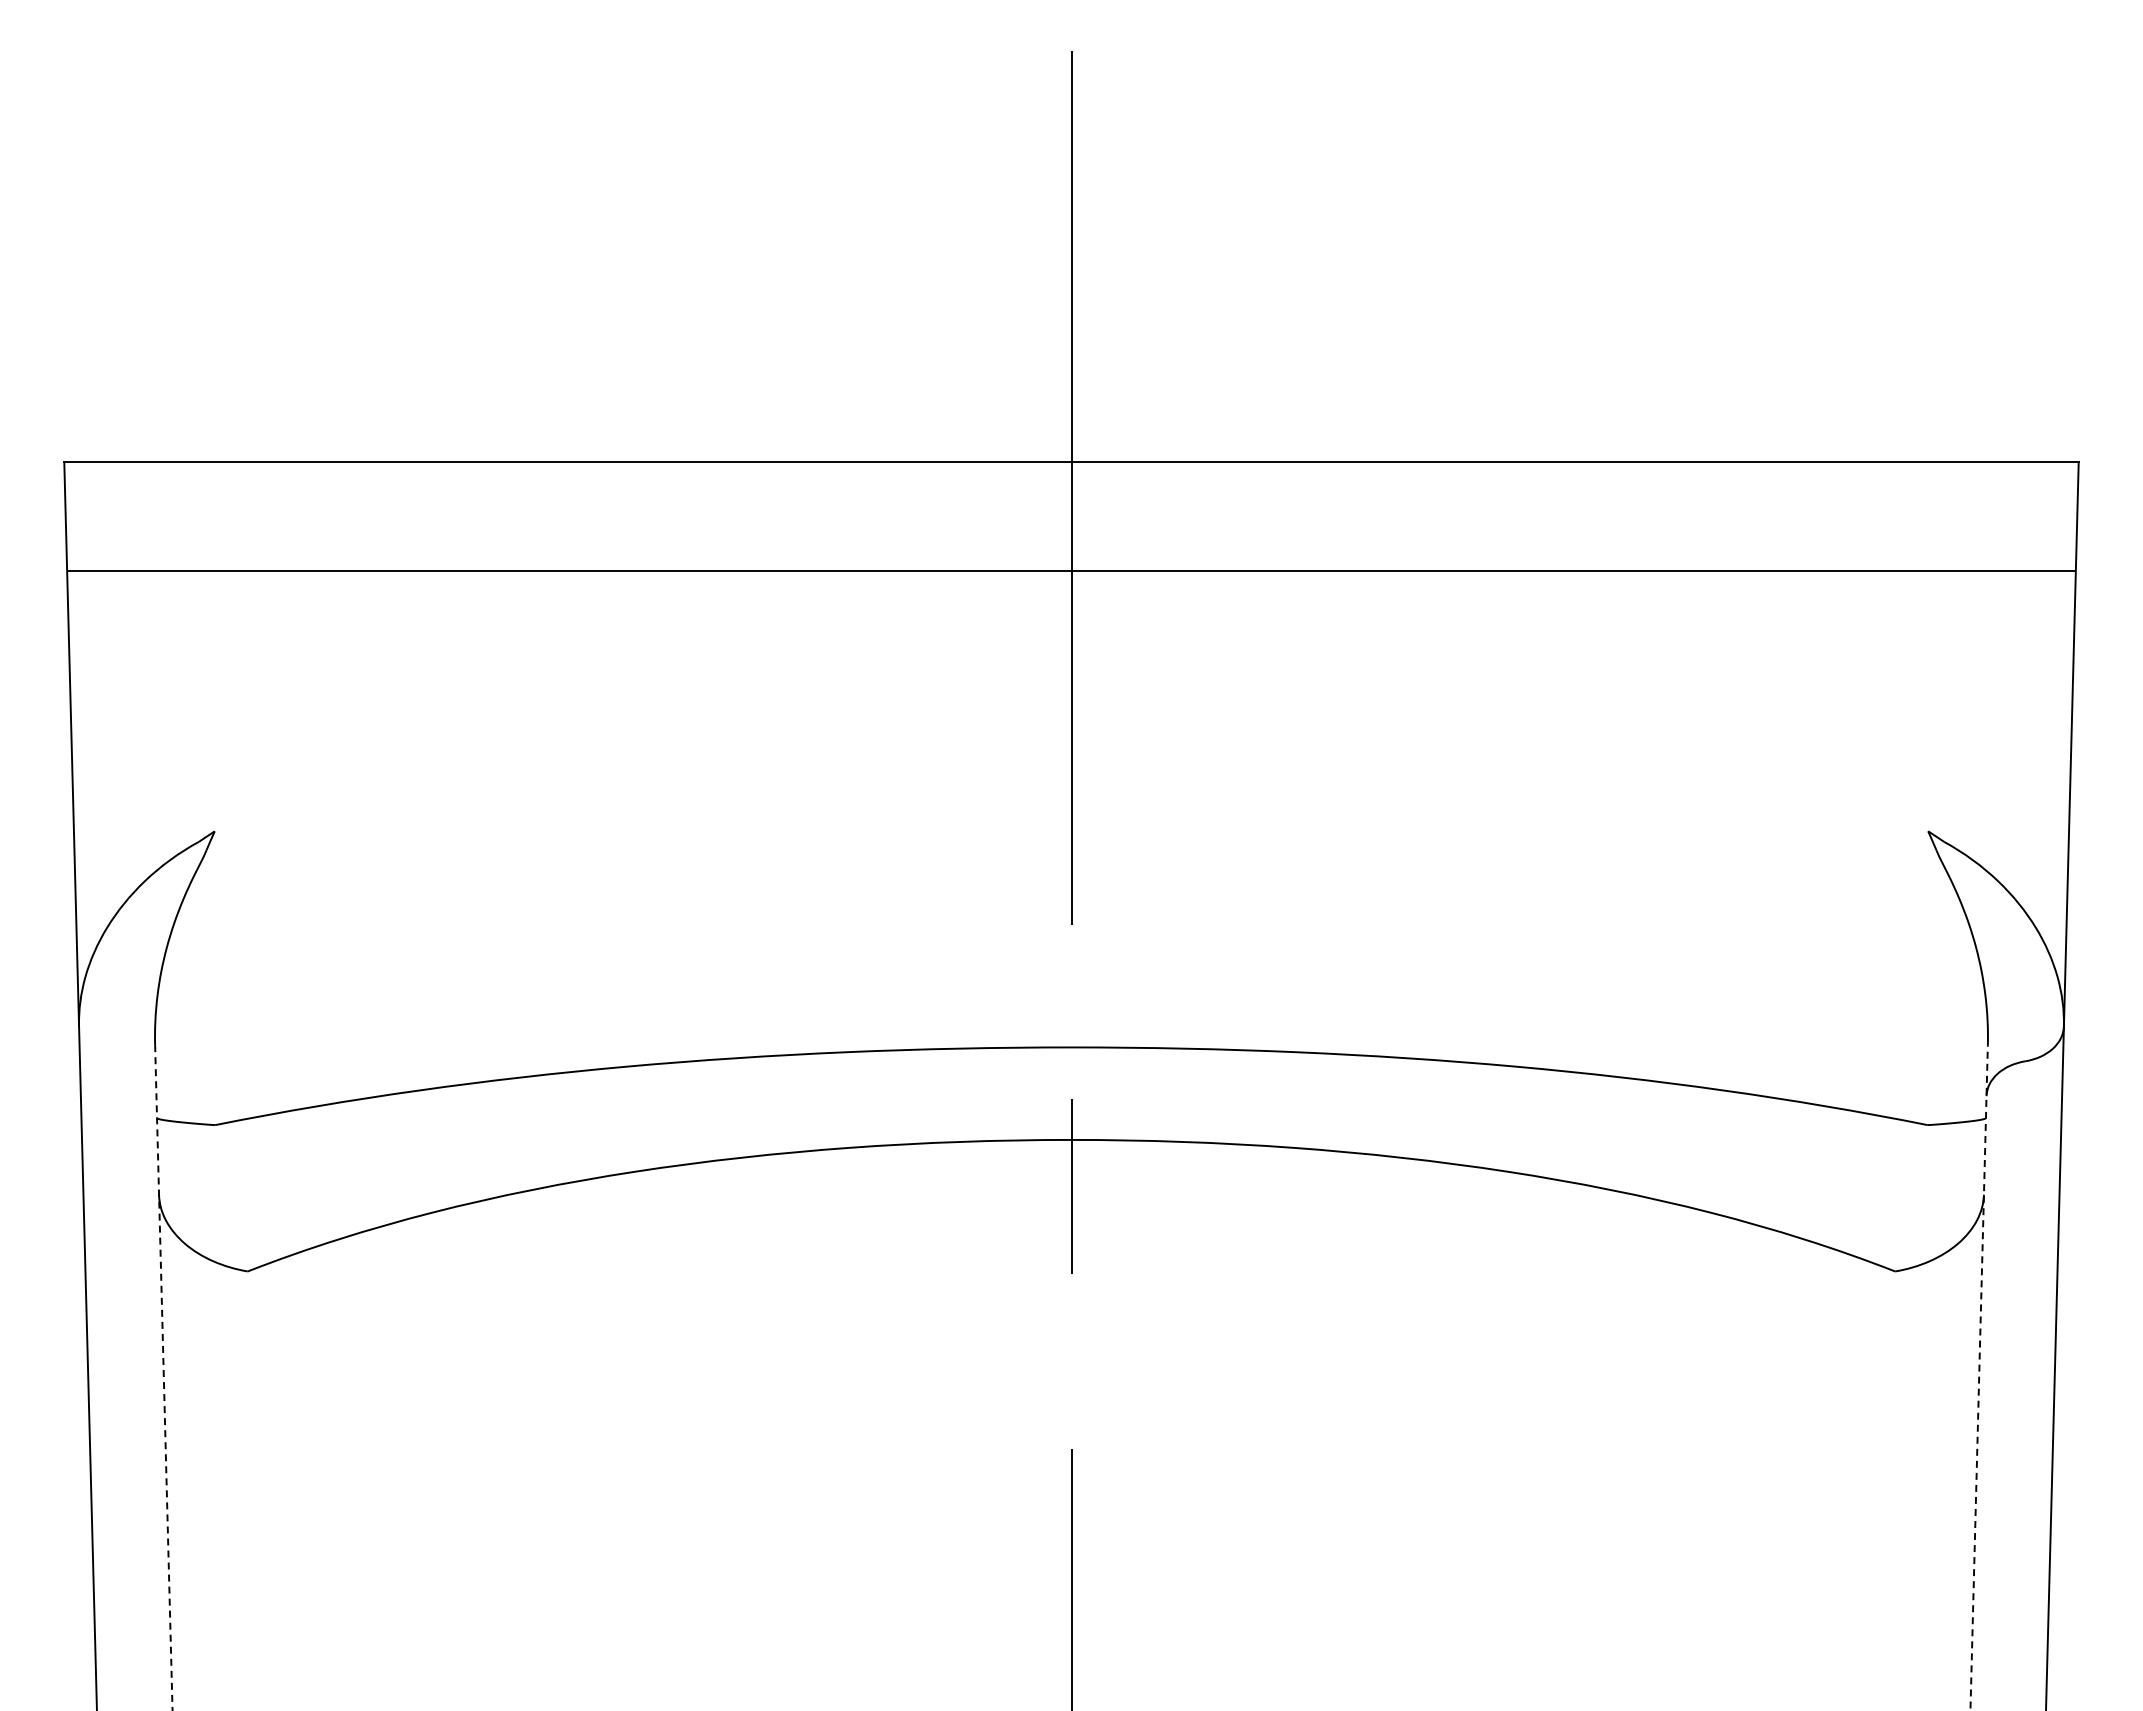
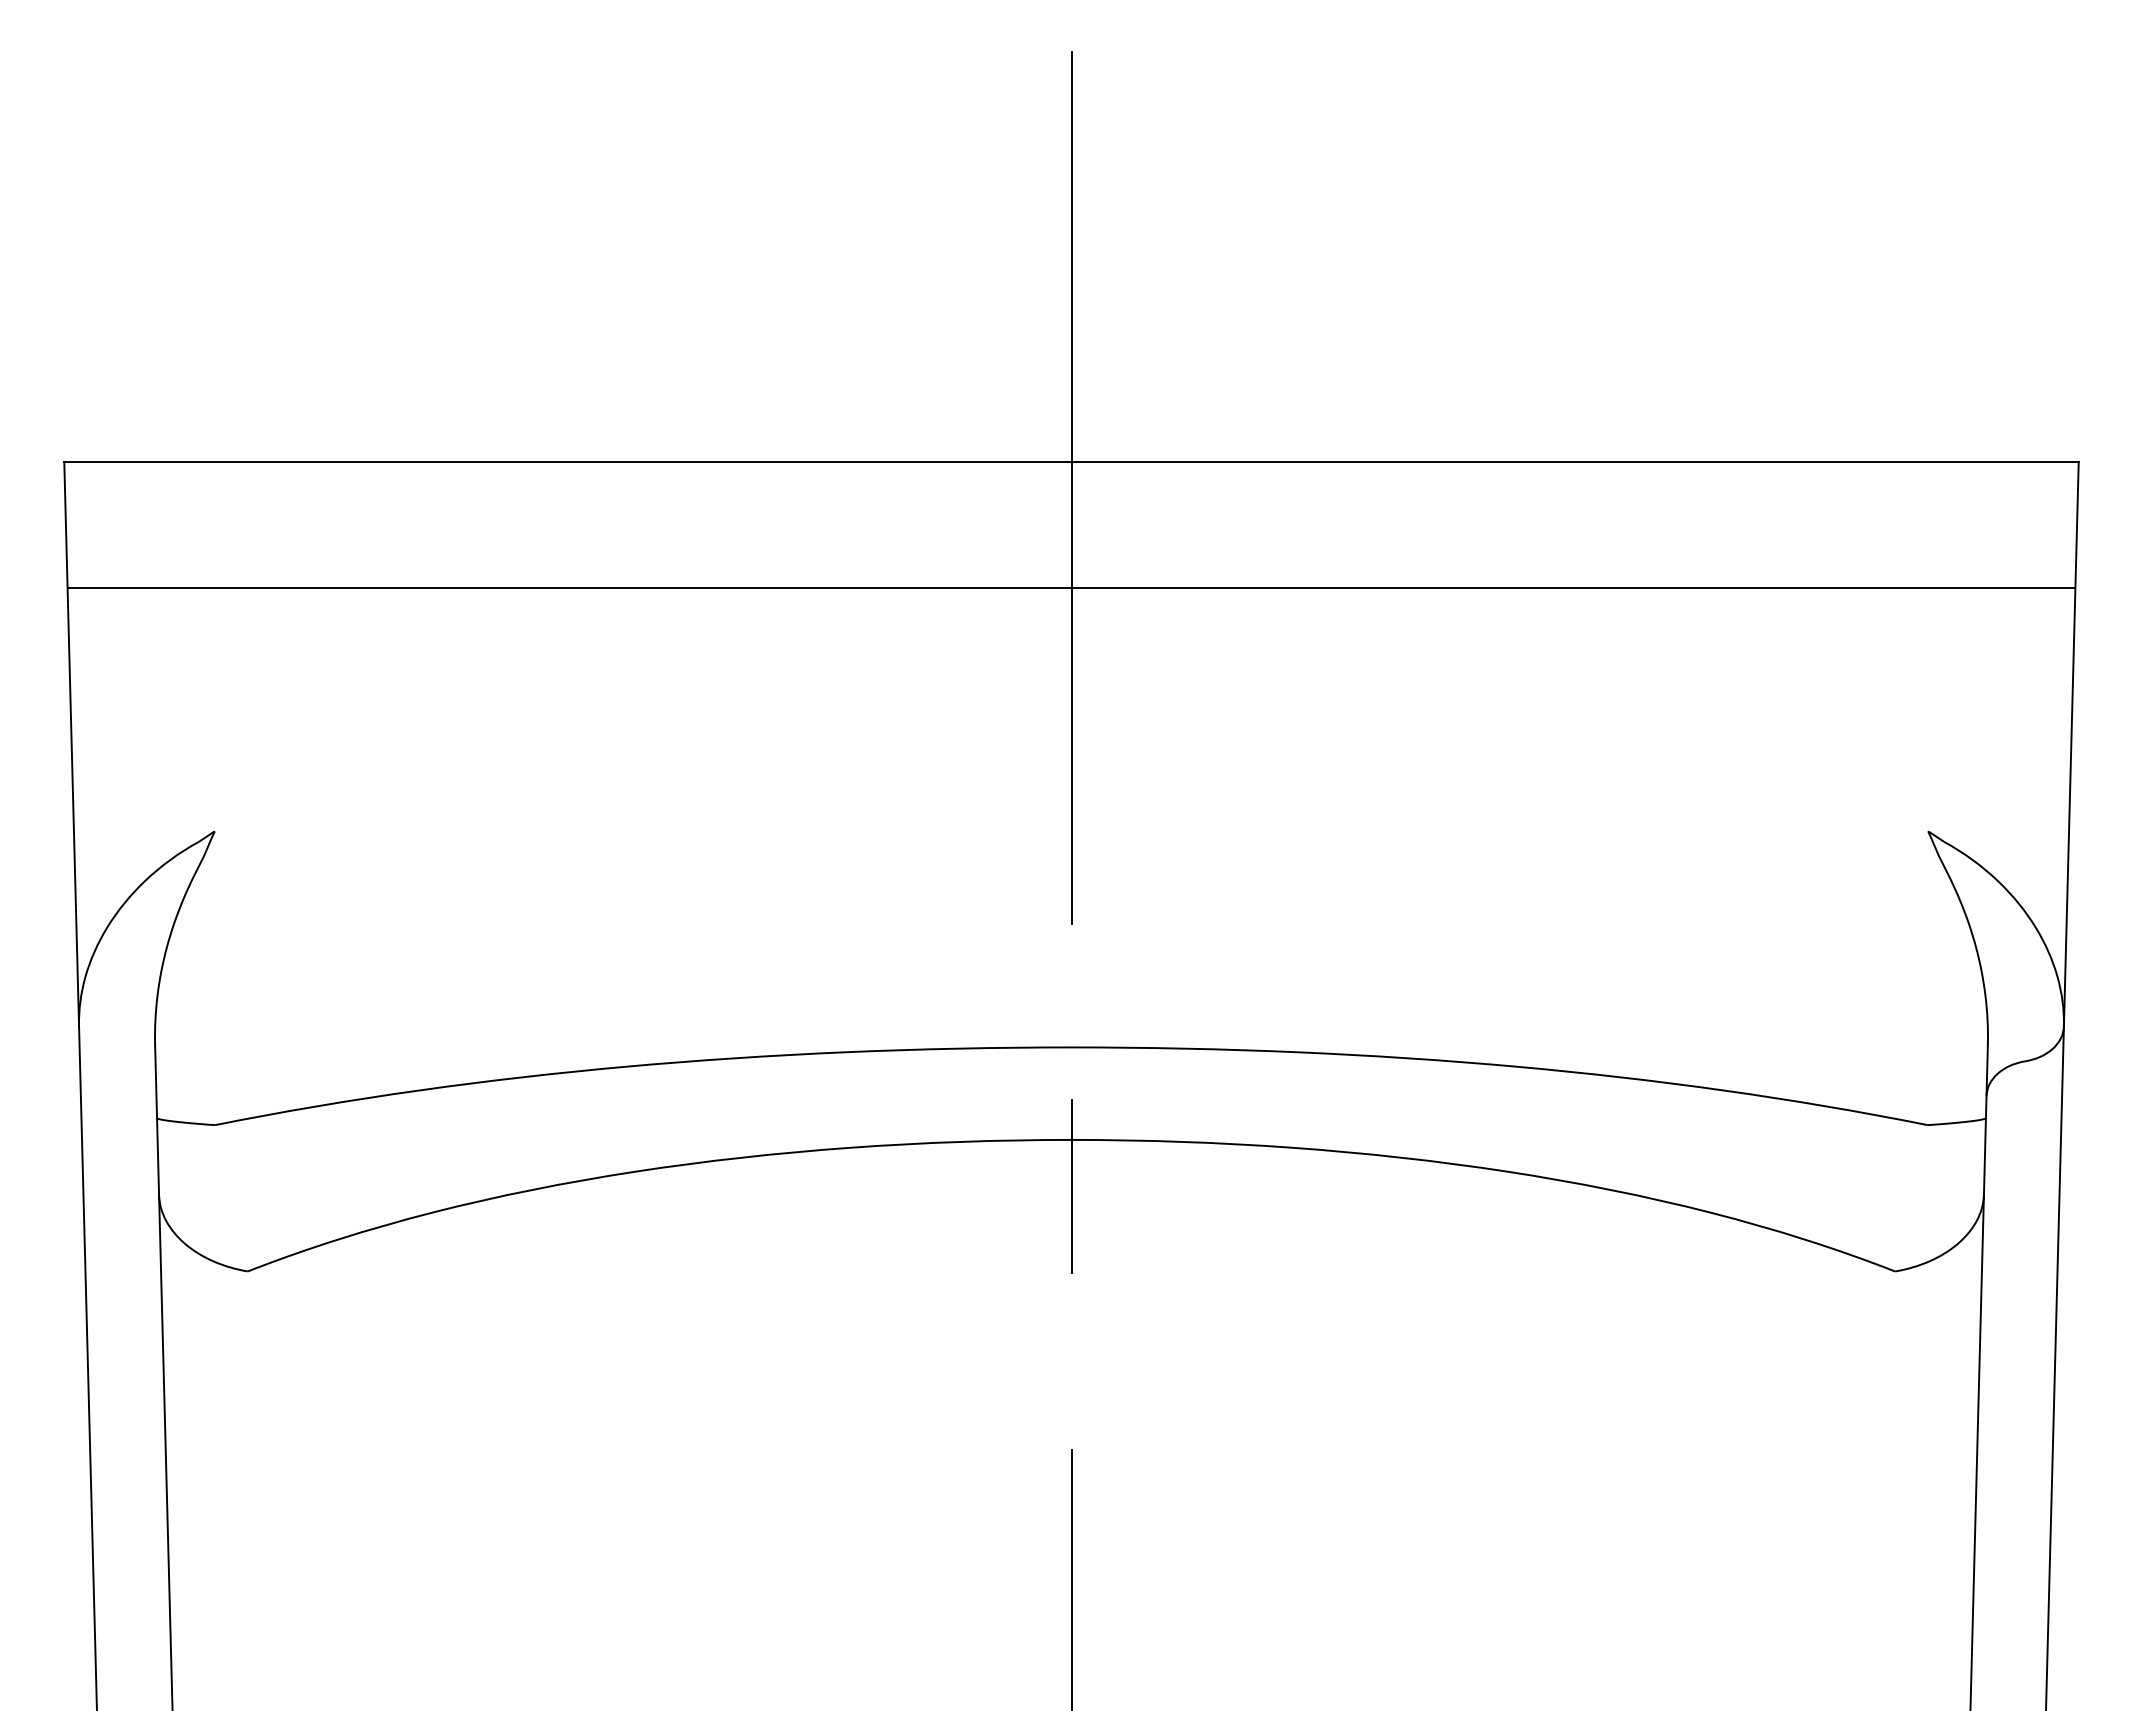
line at (1071, 570) position: (1071, 570) -> (1071, 587)
line at (163, 1377): dashed -> solid
line at (1979, 1377): dashed -> solid
